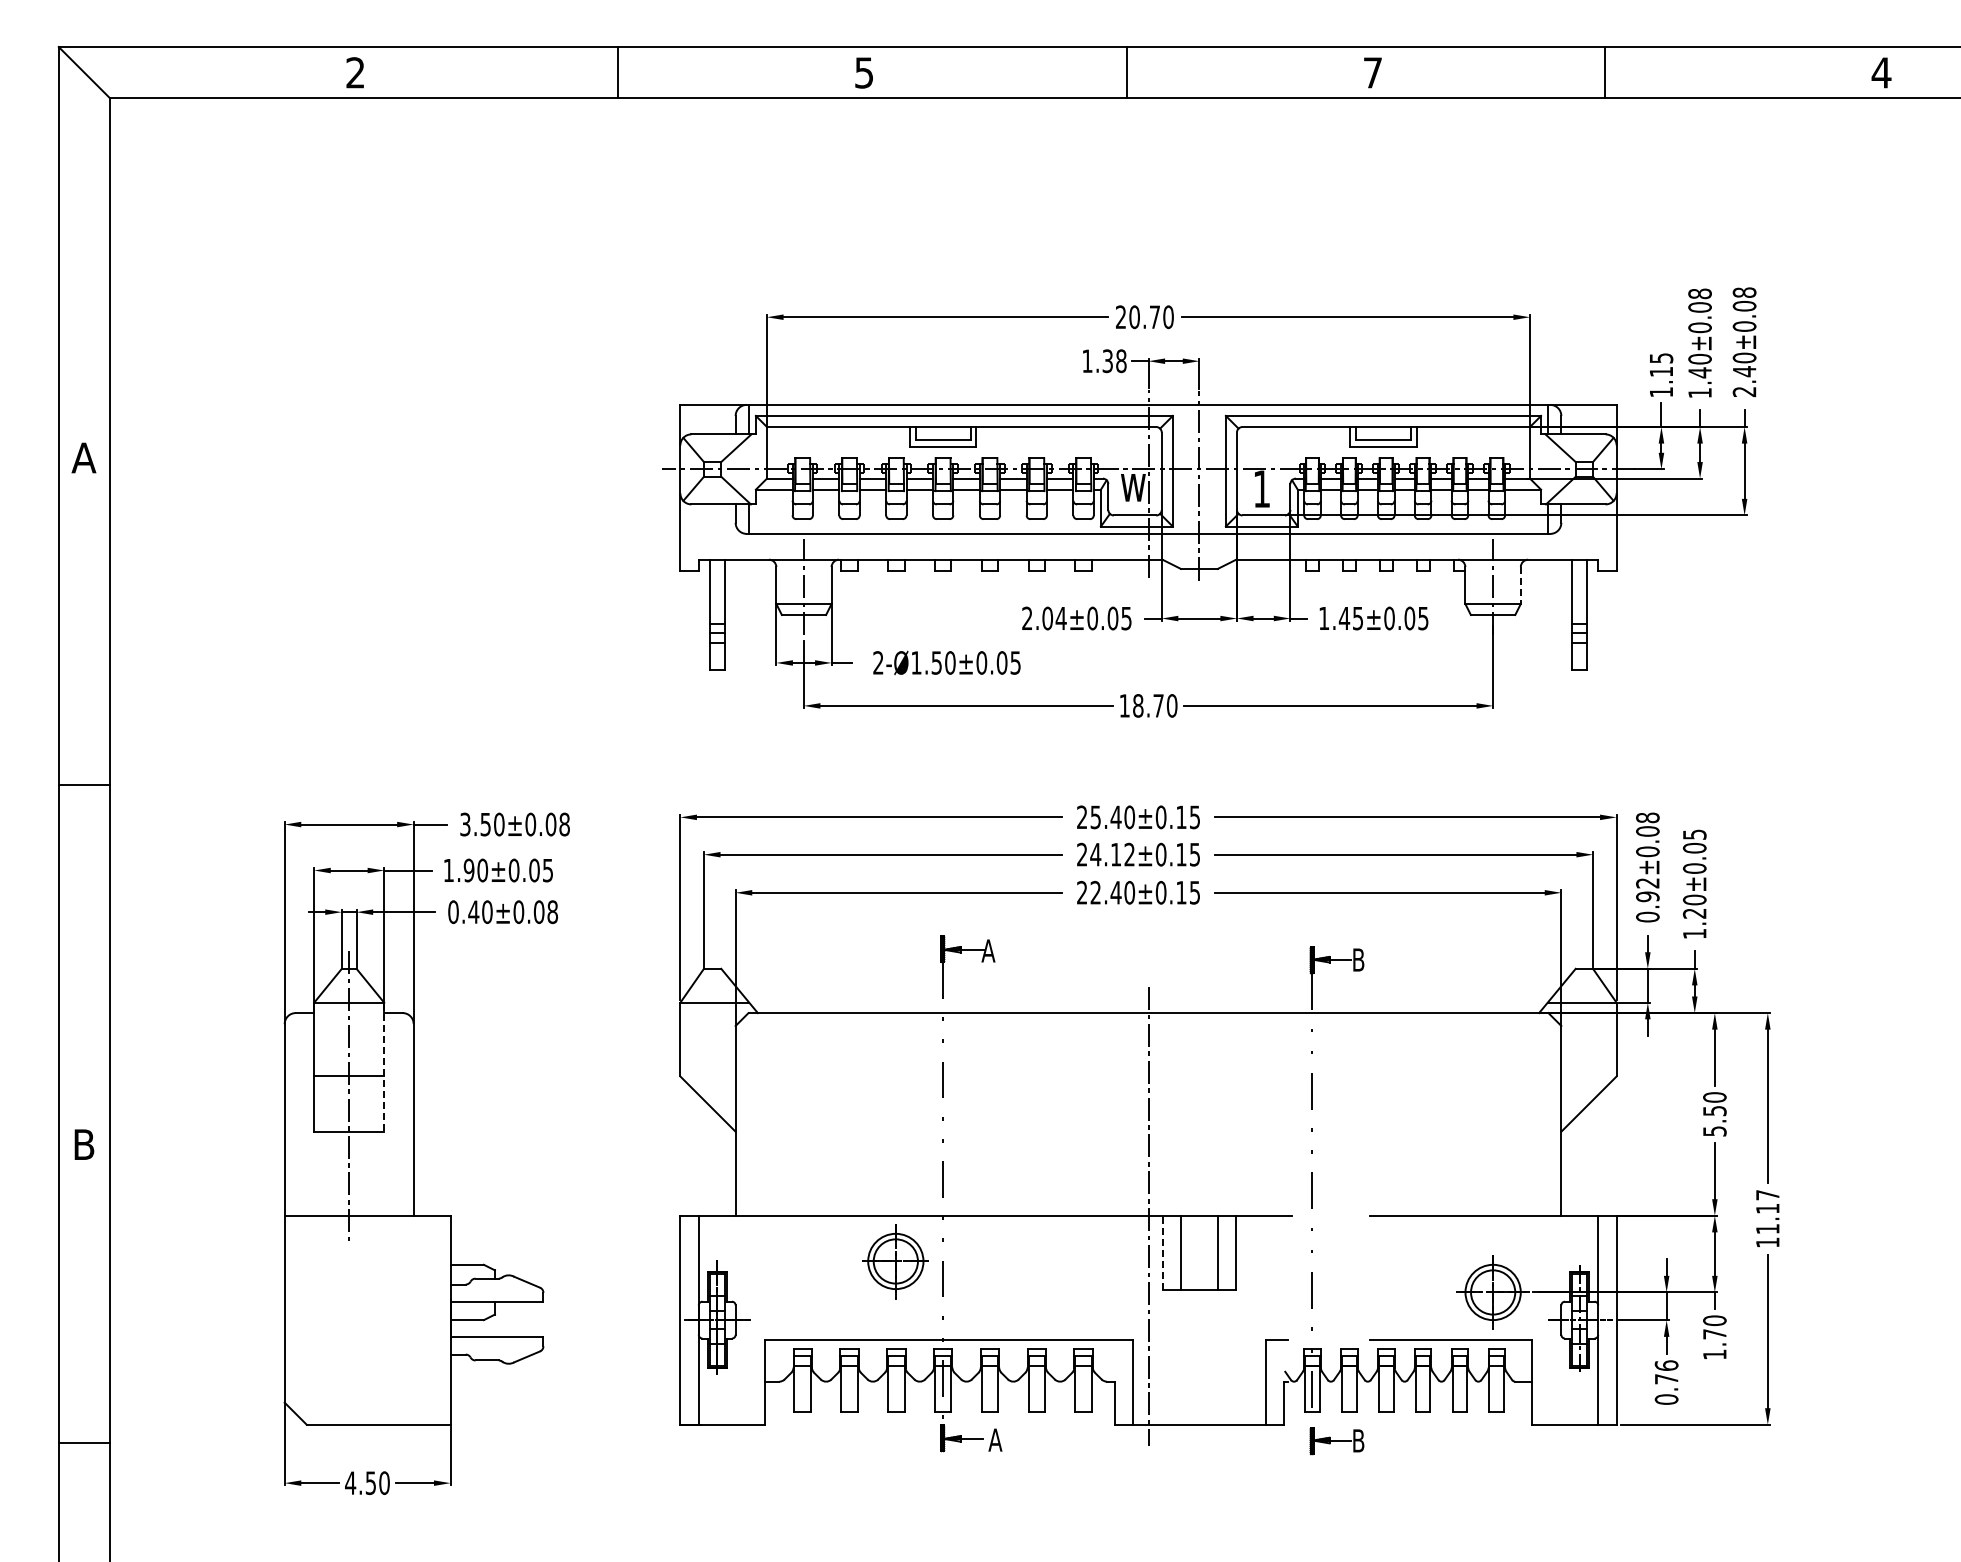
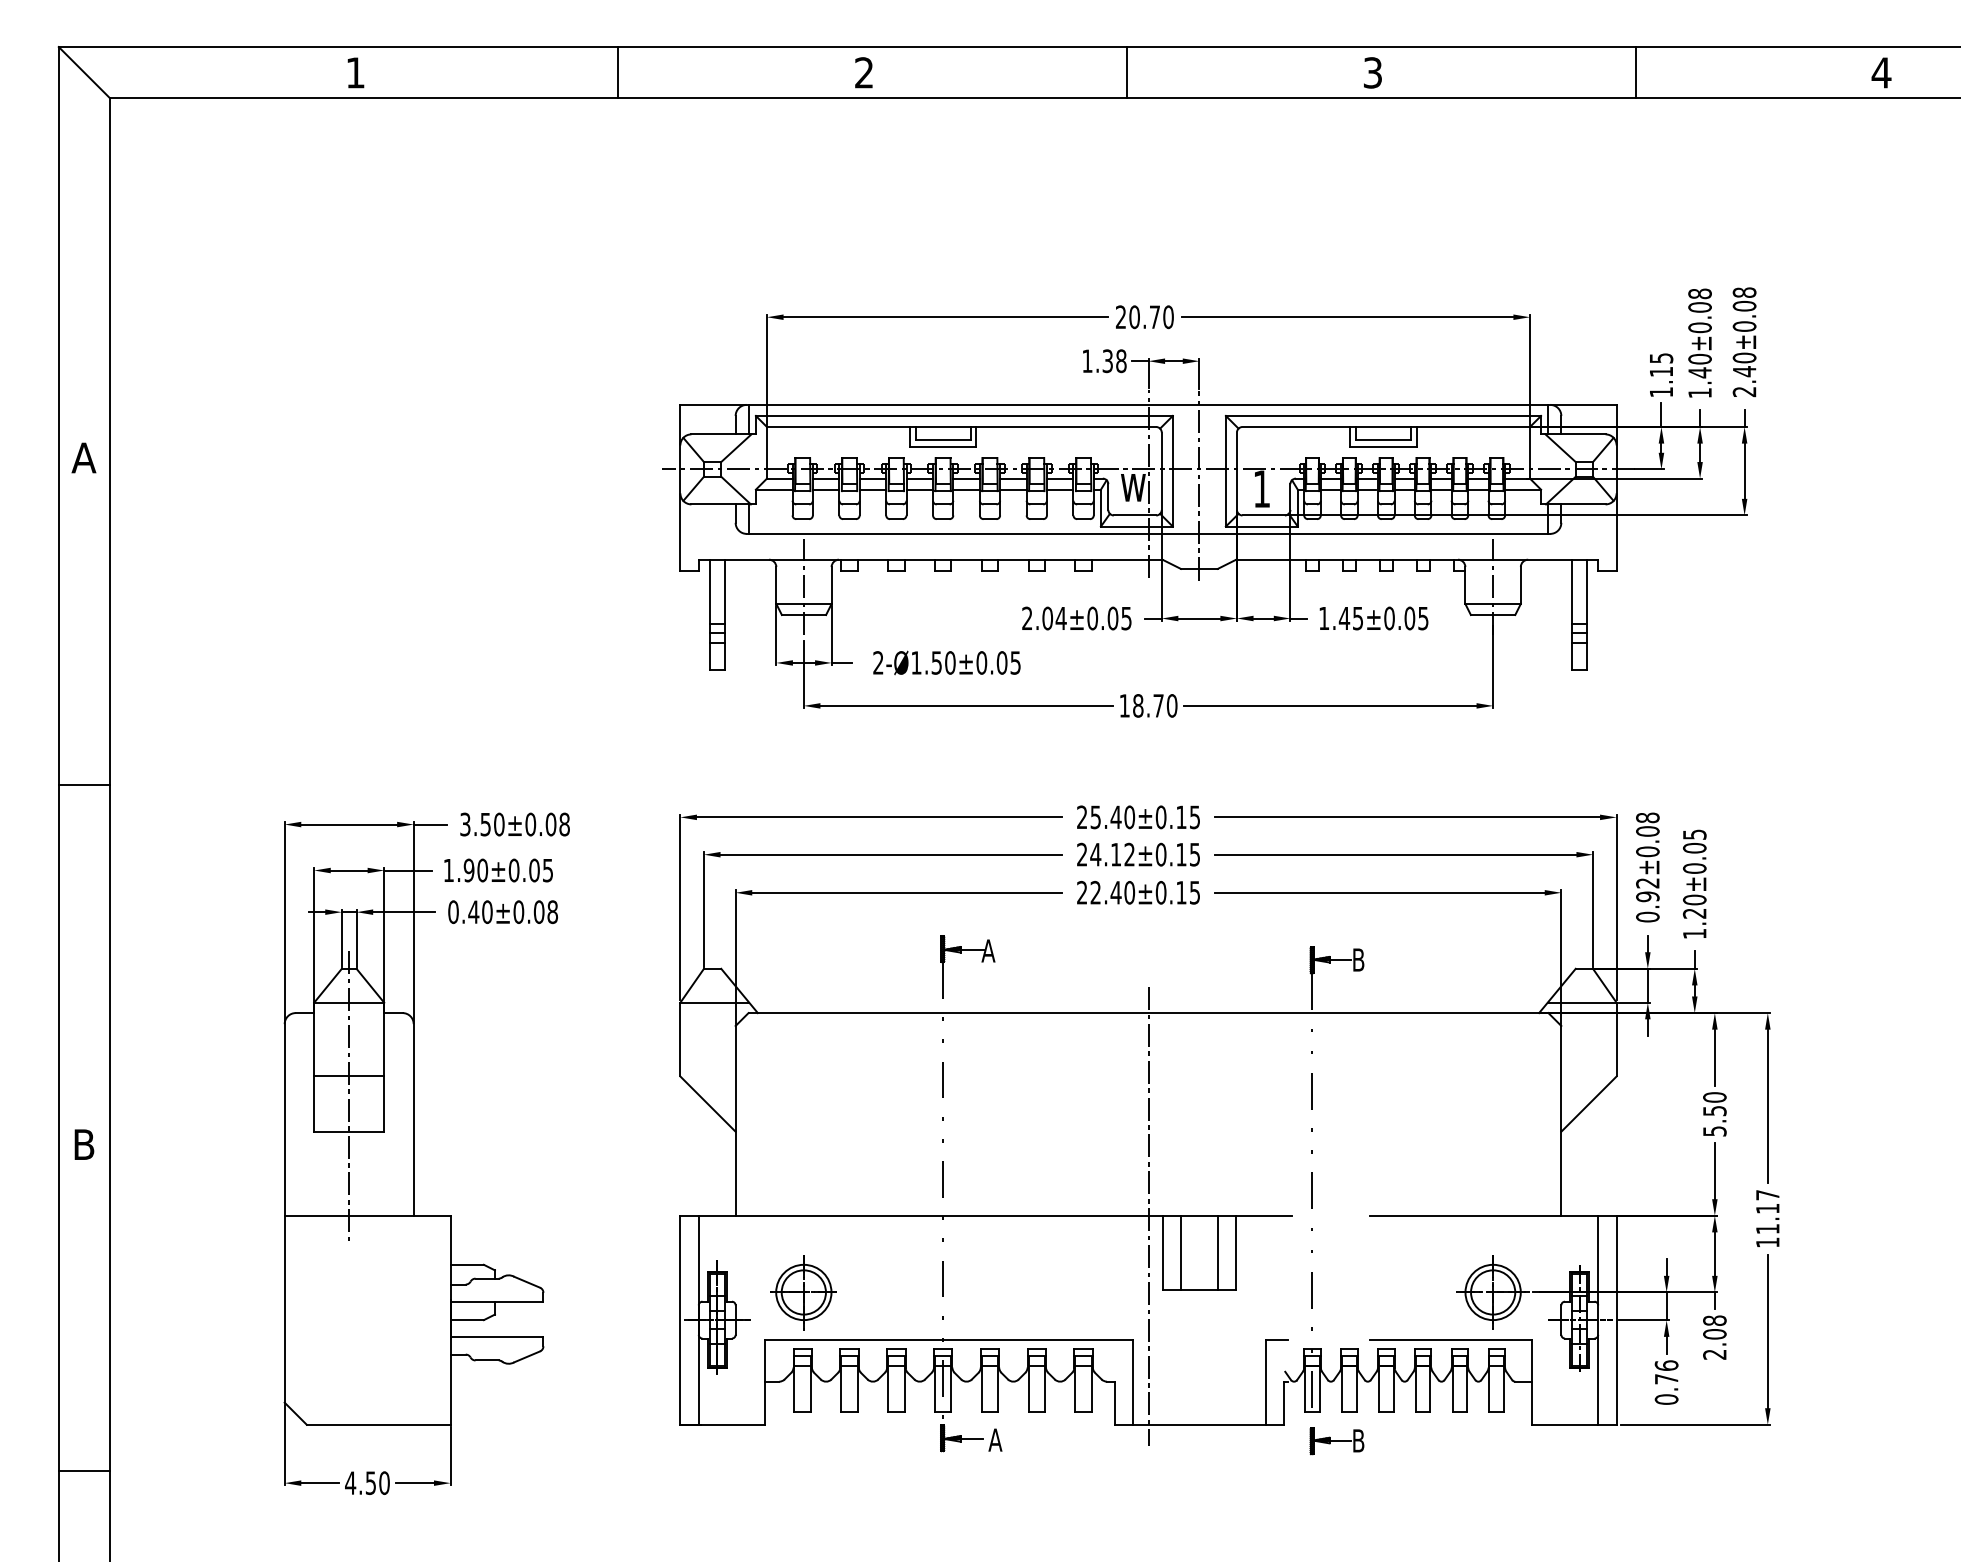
text at (355, 72): 2 -> 1
text at (863, 72): 5 -> 2
text at (1372, 72): 7 -> 3
line at (1604, 72) position: (1604, 72) -> (1635, 72)
line at (1520, 586): dashed -> solid
line at (384, 1067): dashed -> solid
line at (1162, 1252): dashed -> solid
part at (895, 1261) position: (895, 1261) -> (803, 1292)
text at (1714, 1337): 1.70 -> 2.08
line at (83, 1443) position: (83, 1443) -> (83, 1471)
